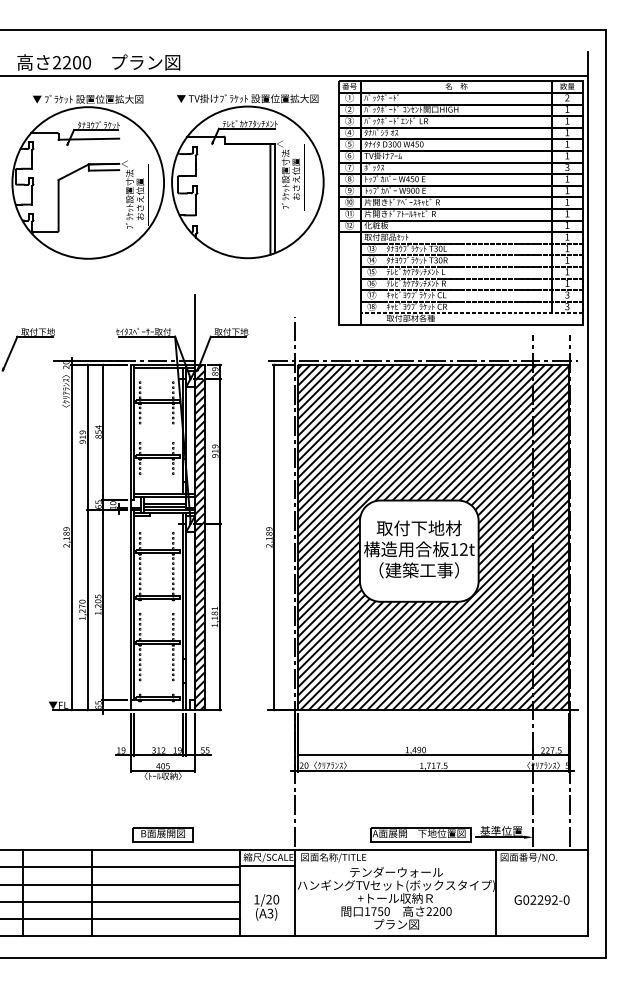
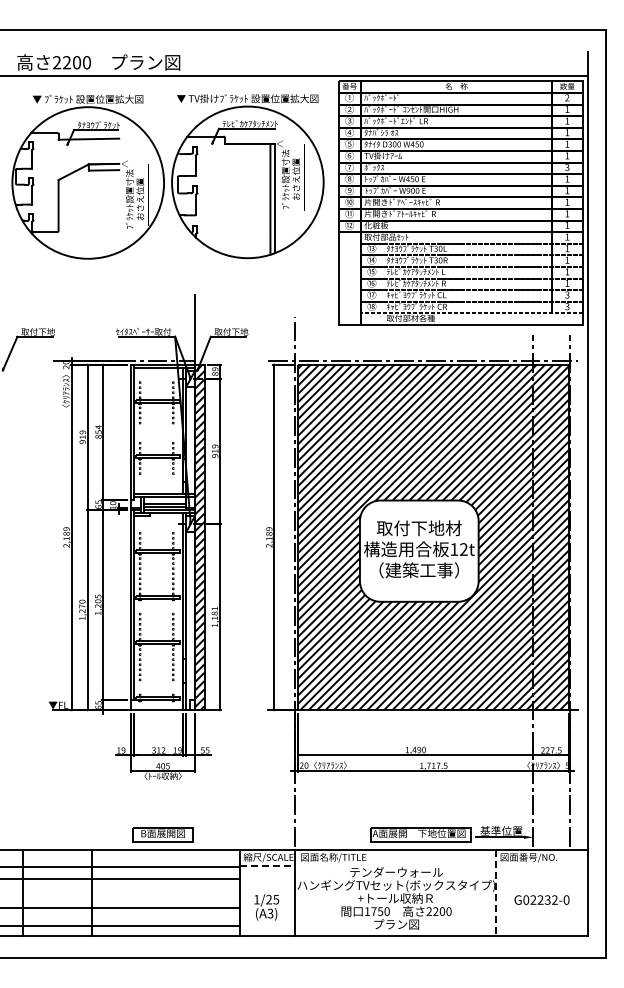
line at (267, 866): solid -> dashed
line at (121, 884) position: (121, 884) -> (121, 878)
line at (495, 893): solid -> dashed
text at (276, 899): 1/20 -> 1/25
text at (547, 899): G02292-0 -> G02232-0
line at (121, 901) position: (121, 901) -> (121, 907)
line at (121, 918) position: (121, 918) -> (121, 925)
